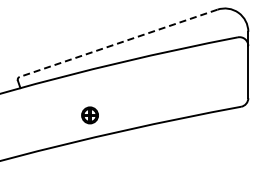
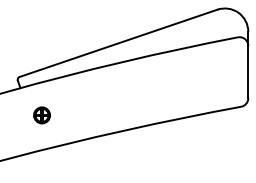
line at (118, 43): dashed -> solid
part at (89, 115) position: (89, 115) -> (41, 115)
